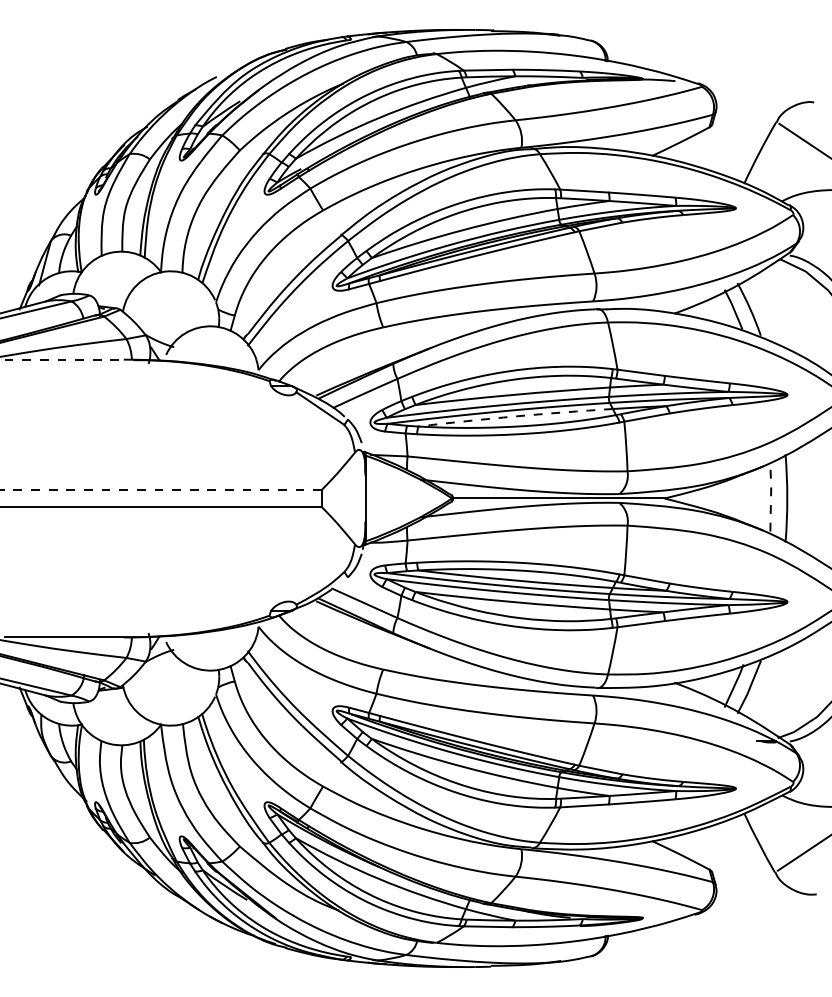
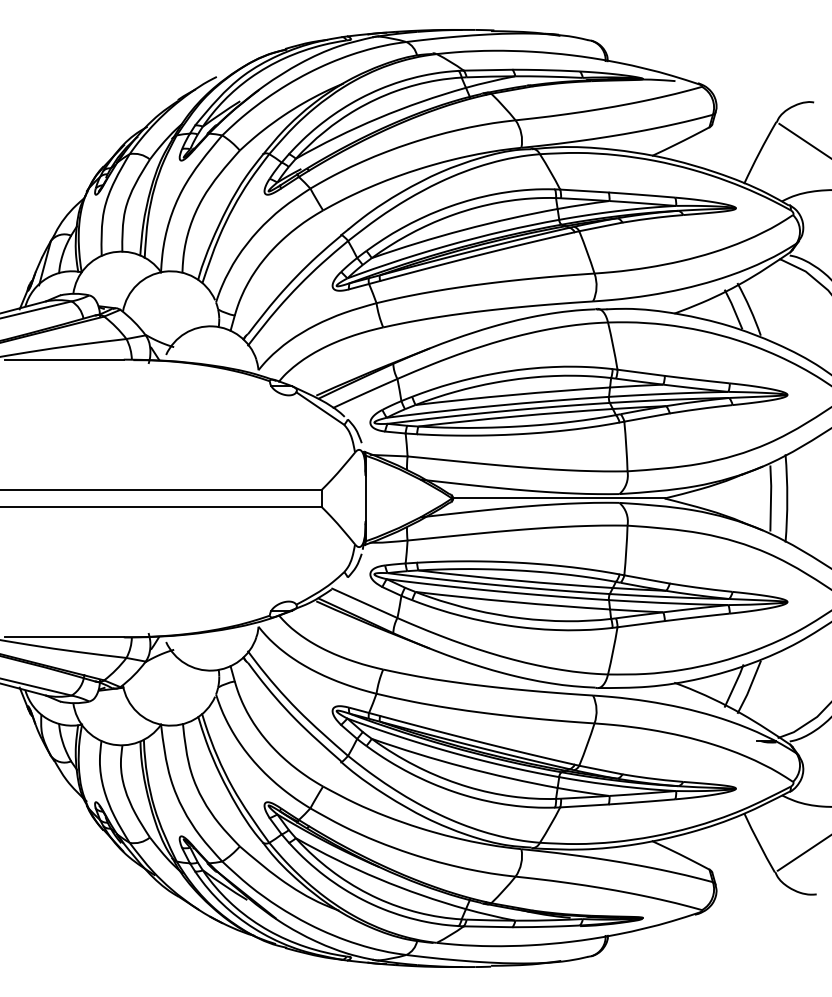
line at (64, 359): dashed -> solid
arc at (515, 416): dashed -> solid
line at (161, 489): dashed -> solid
line at (771, 497): dashed -> solid
